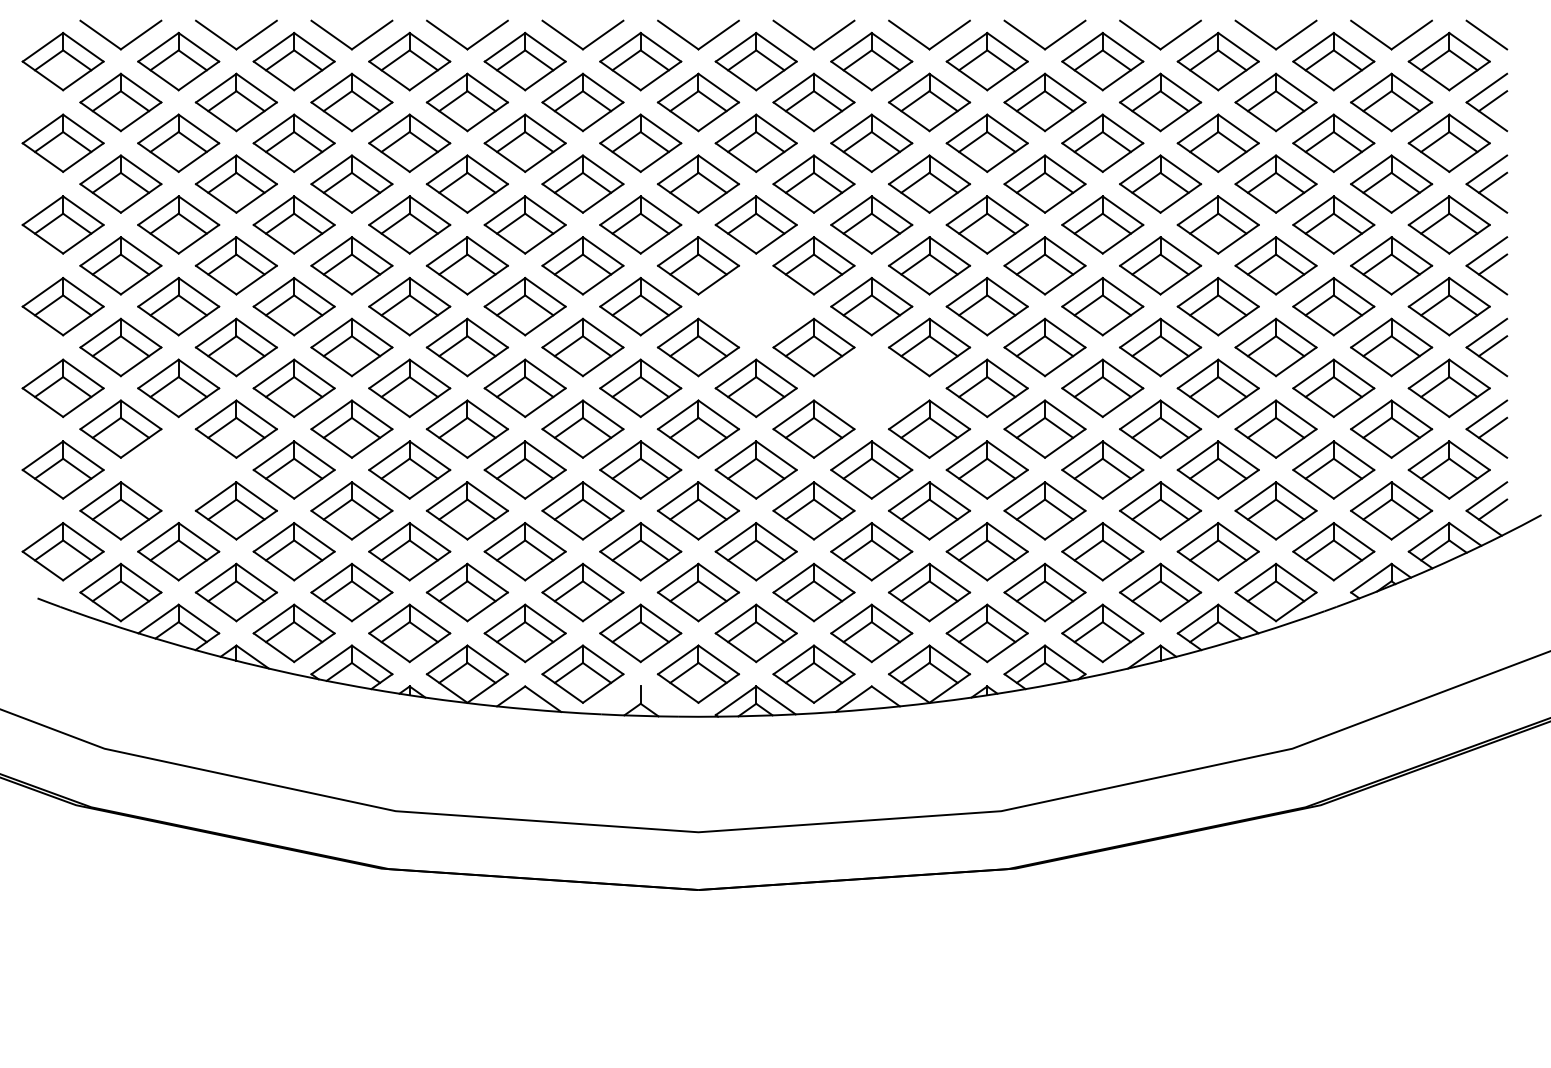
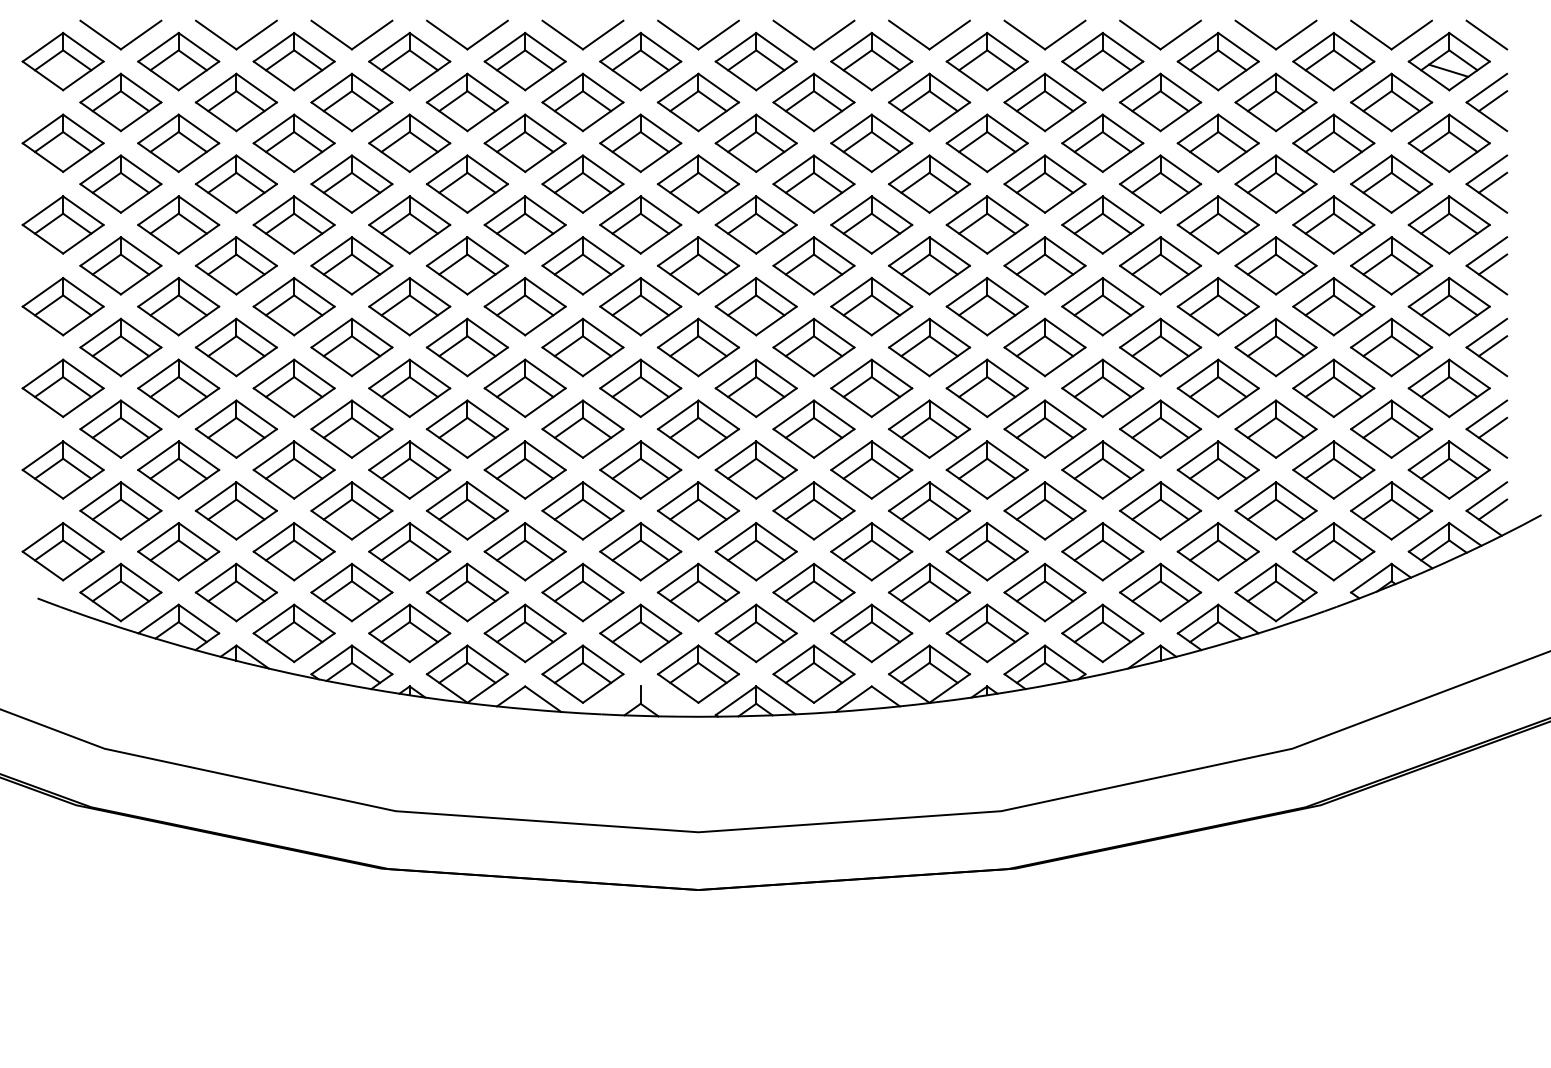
line at (1448, 70): none -> present
part at (755, 306): none -> present
part at (871, 388): none -> present
part at (178, 469): none -> present
